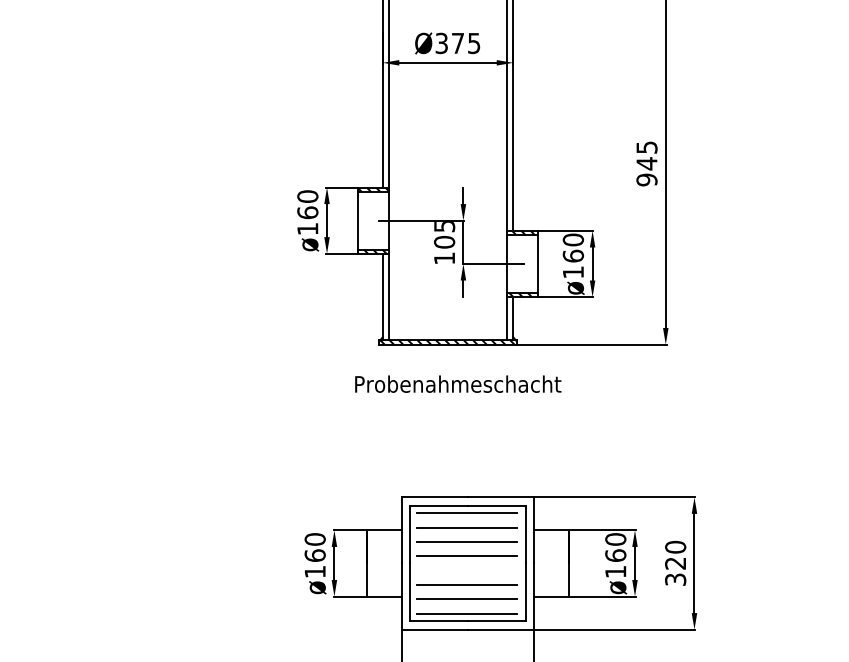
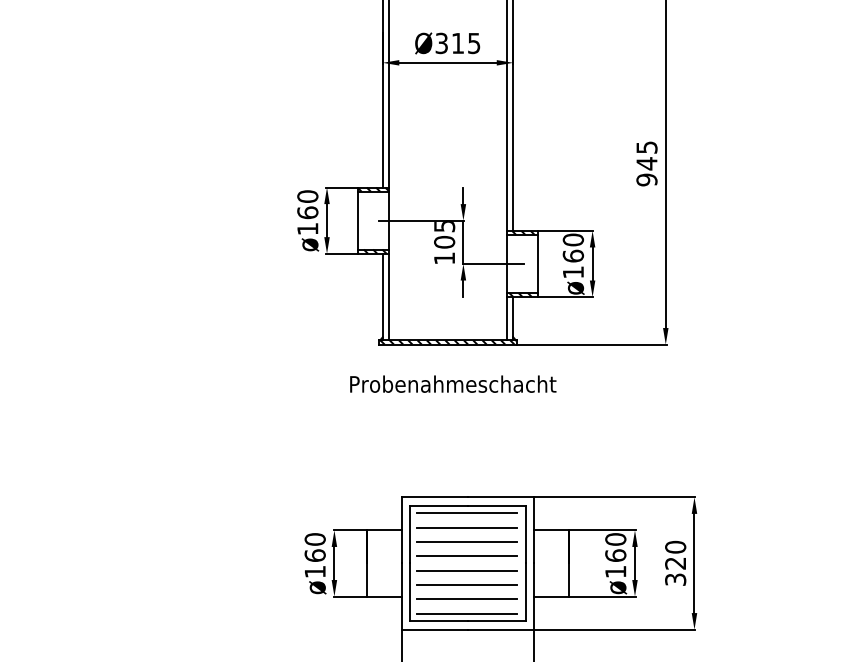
text at (457, 43): Ø375 -> Ø315
text at (458, 383) position: (458, 383) -> (453, 383)
line at (466, 570): none -> present
